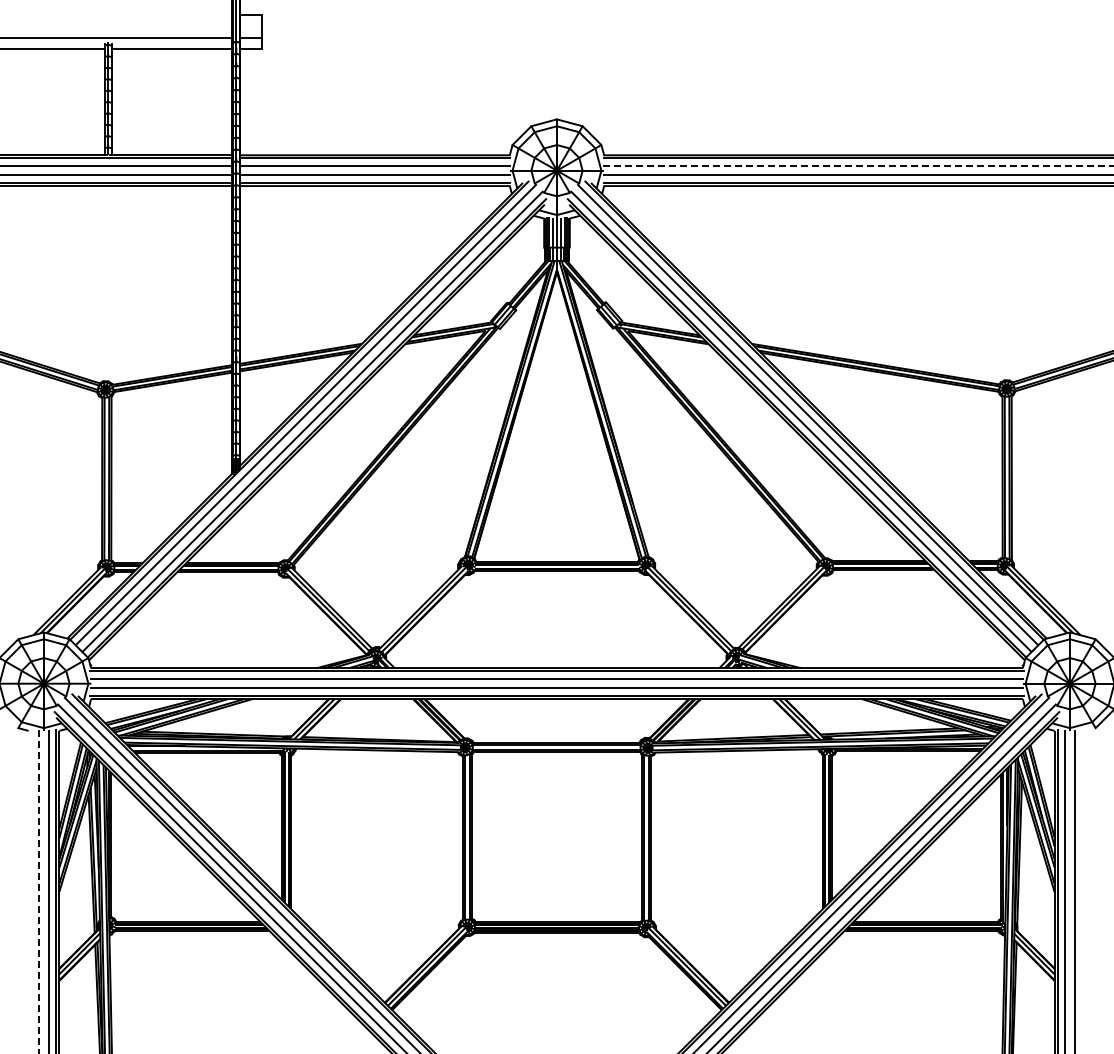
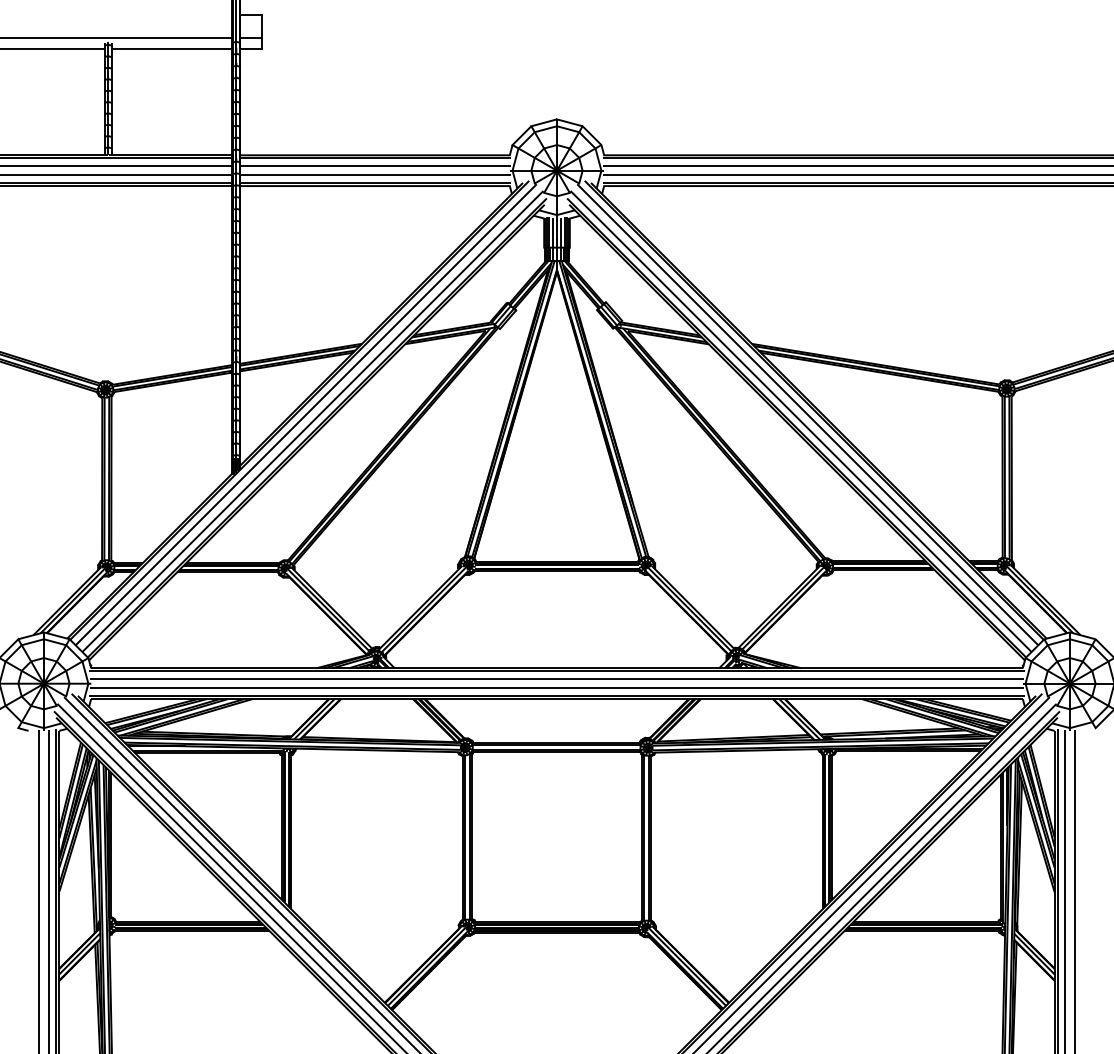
line at (858, 165): dashed -> solid
line at (39, 891): dashed -> solid
